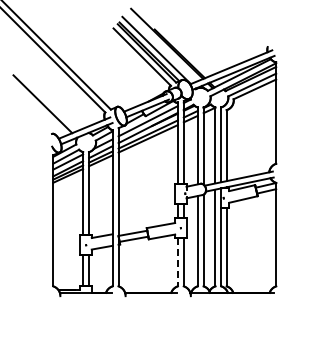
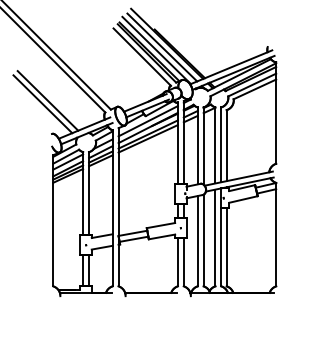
line at (162, 47): none -> present
line at (47, 100): none -> present
line at (177, 262): dashed -> solid
